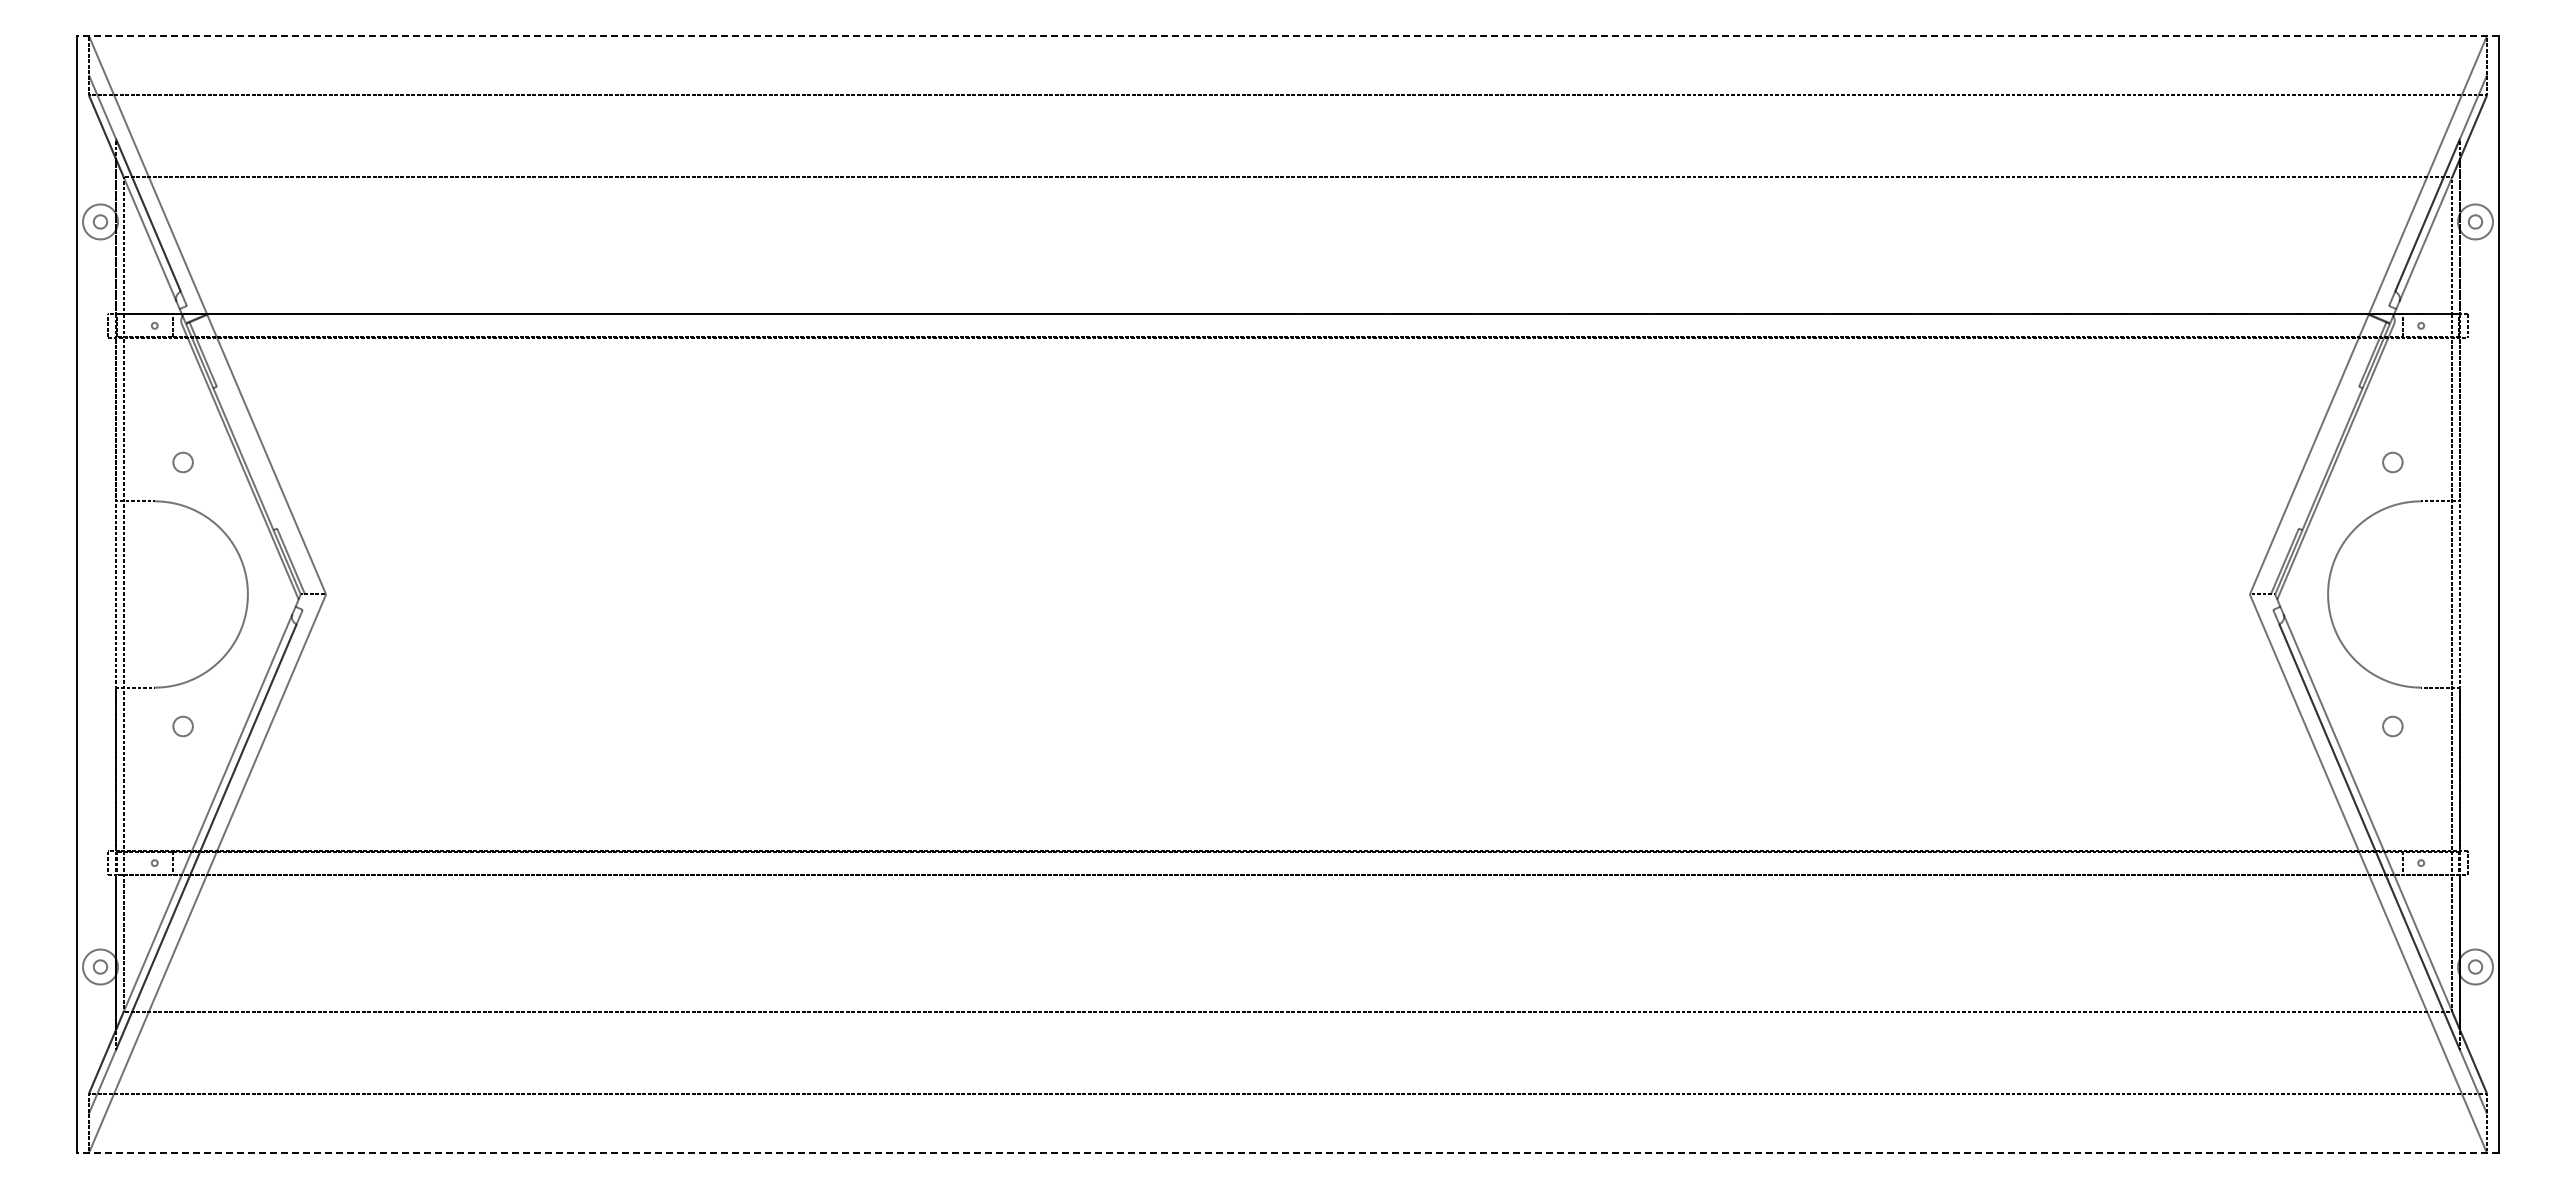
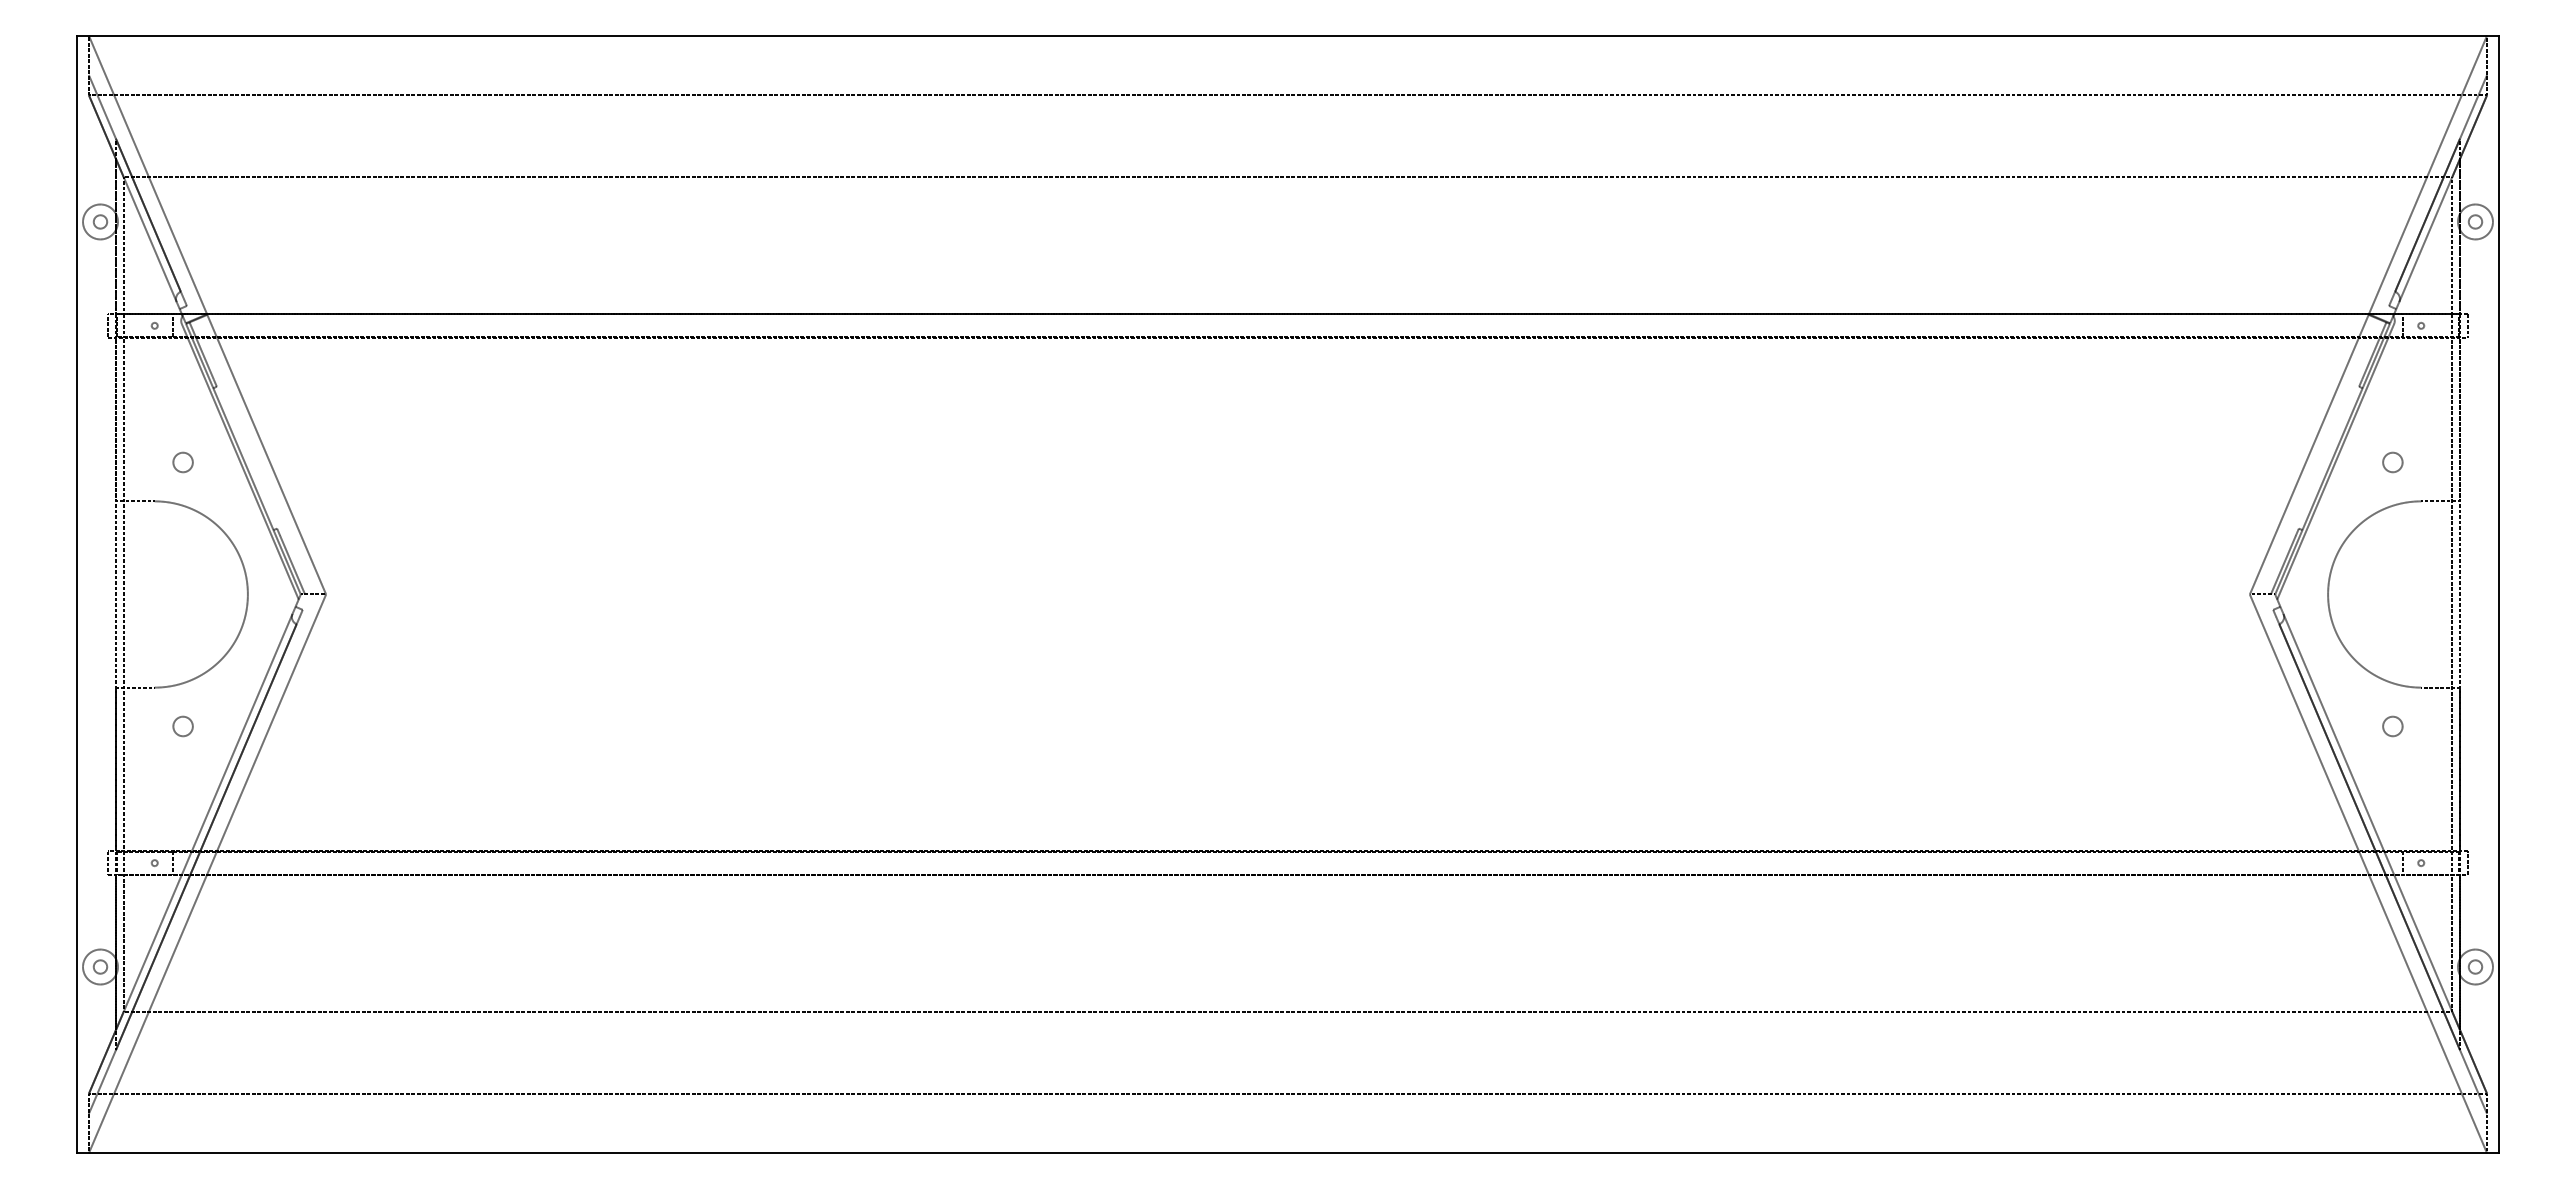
line at (1287, 35): dashed -> solid
line at (1287, 1153): dashed -> solid
